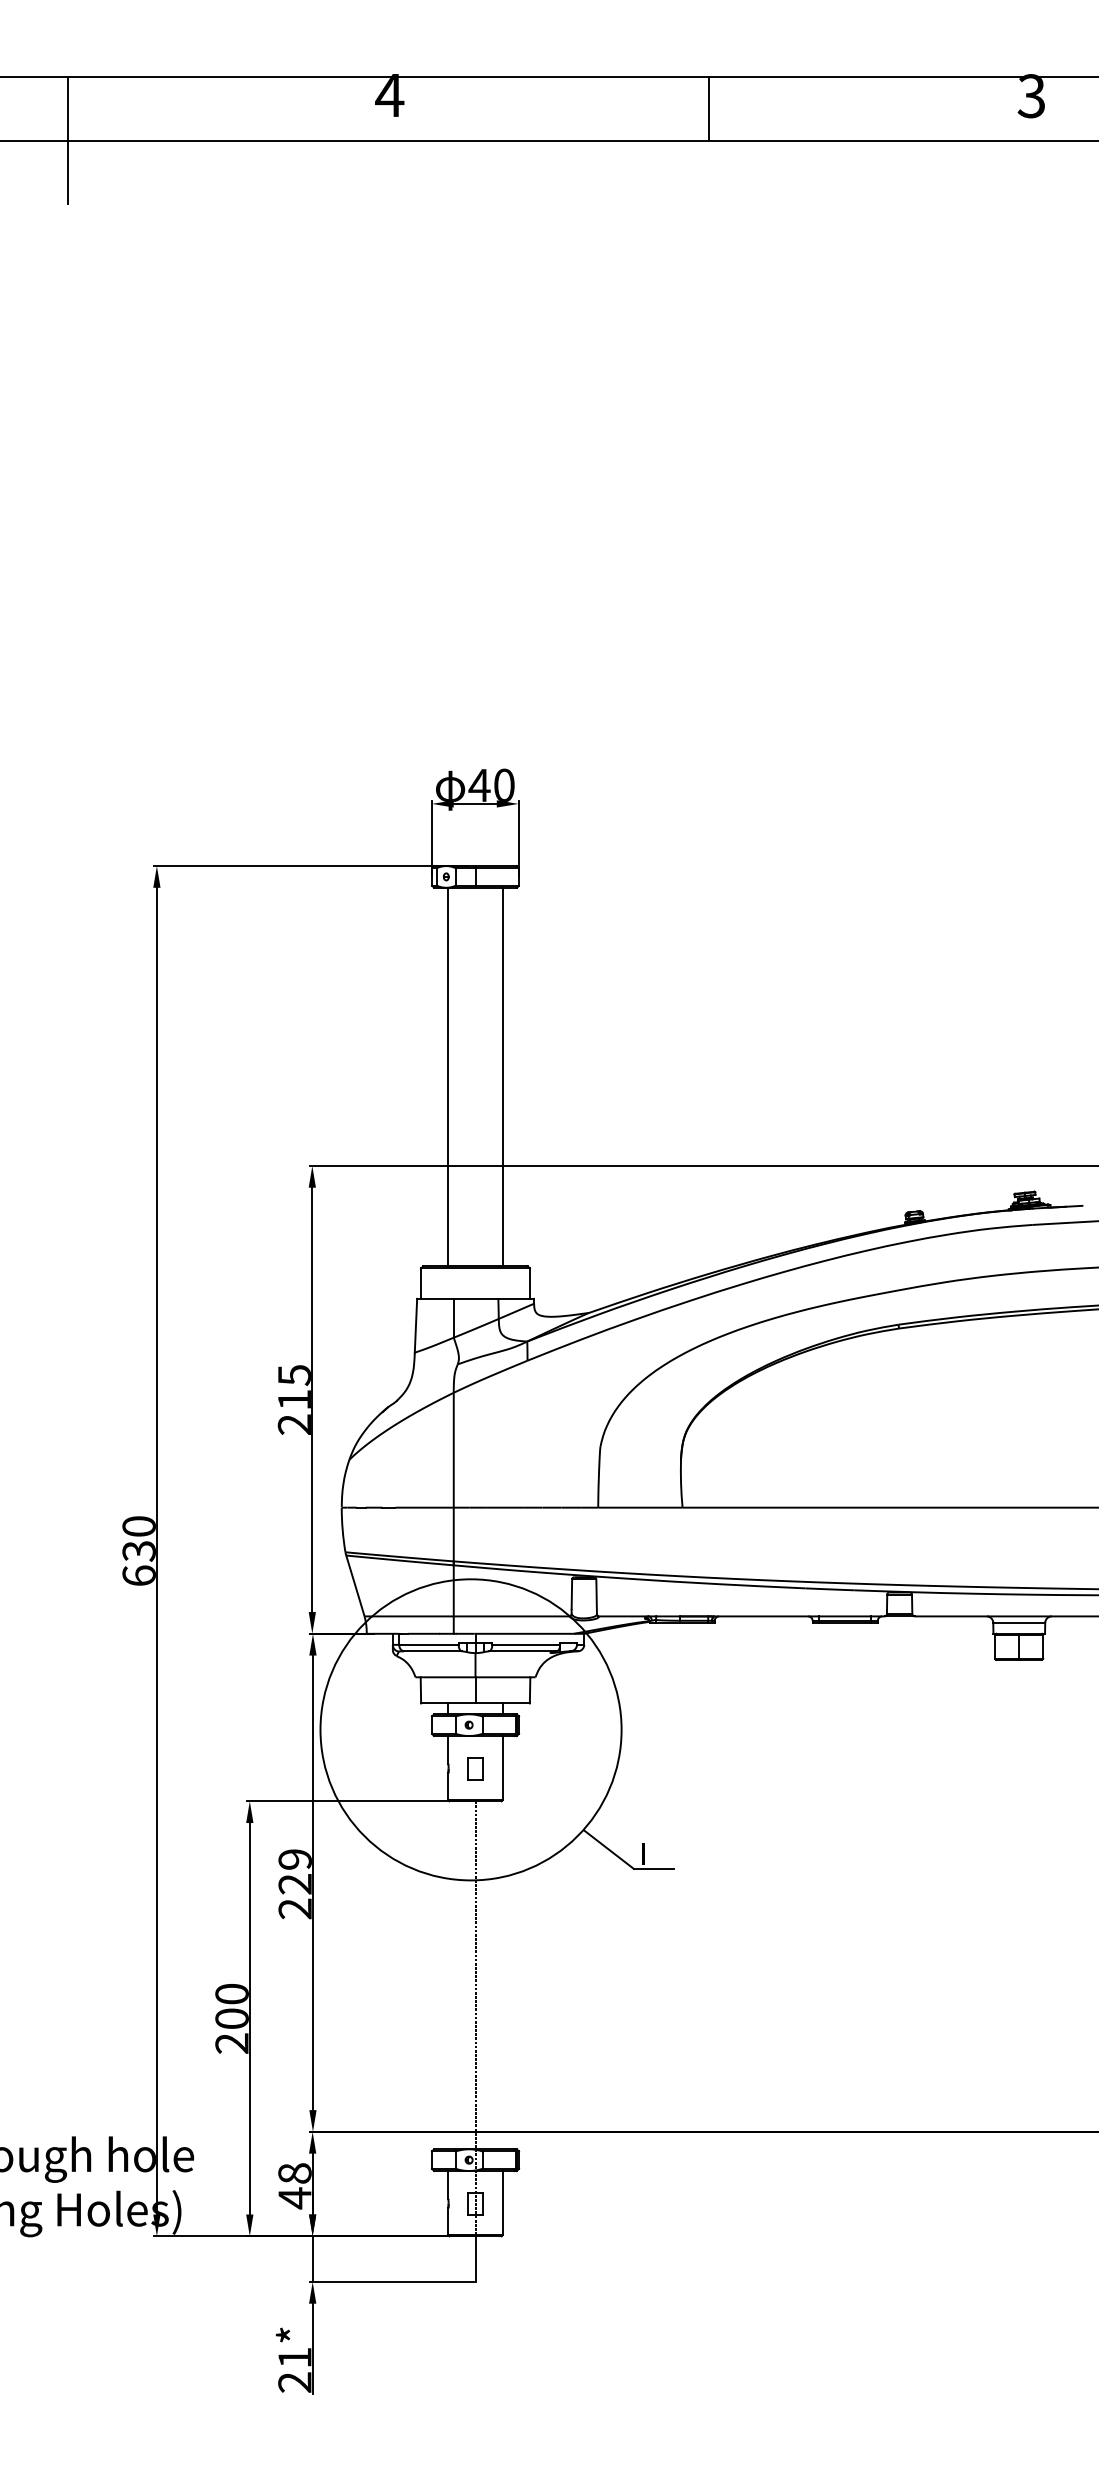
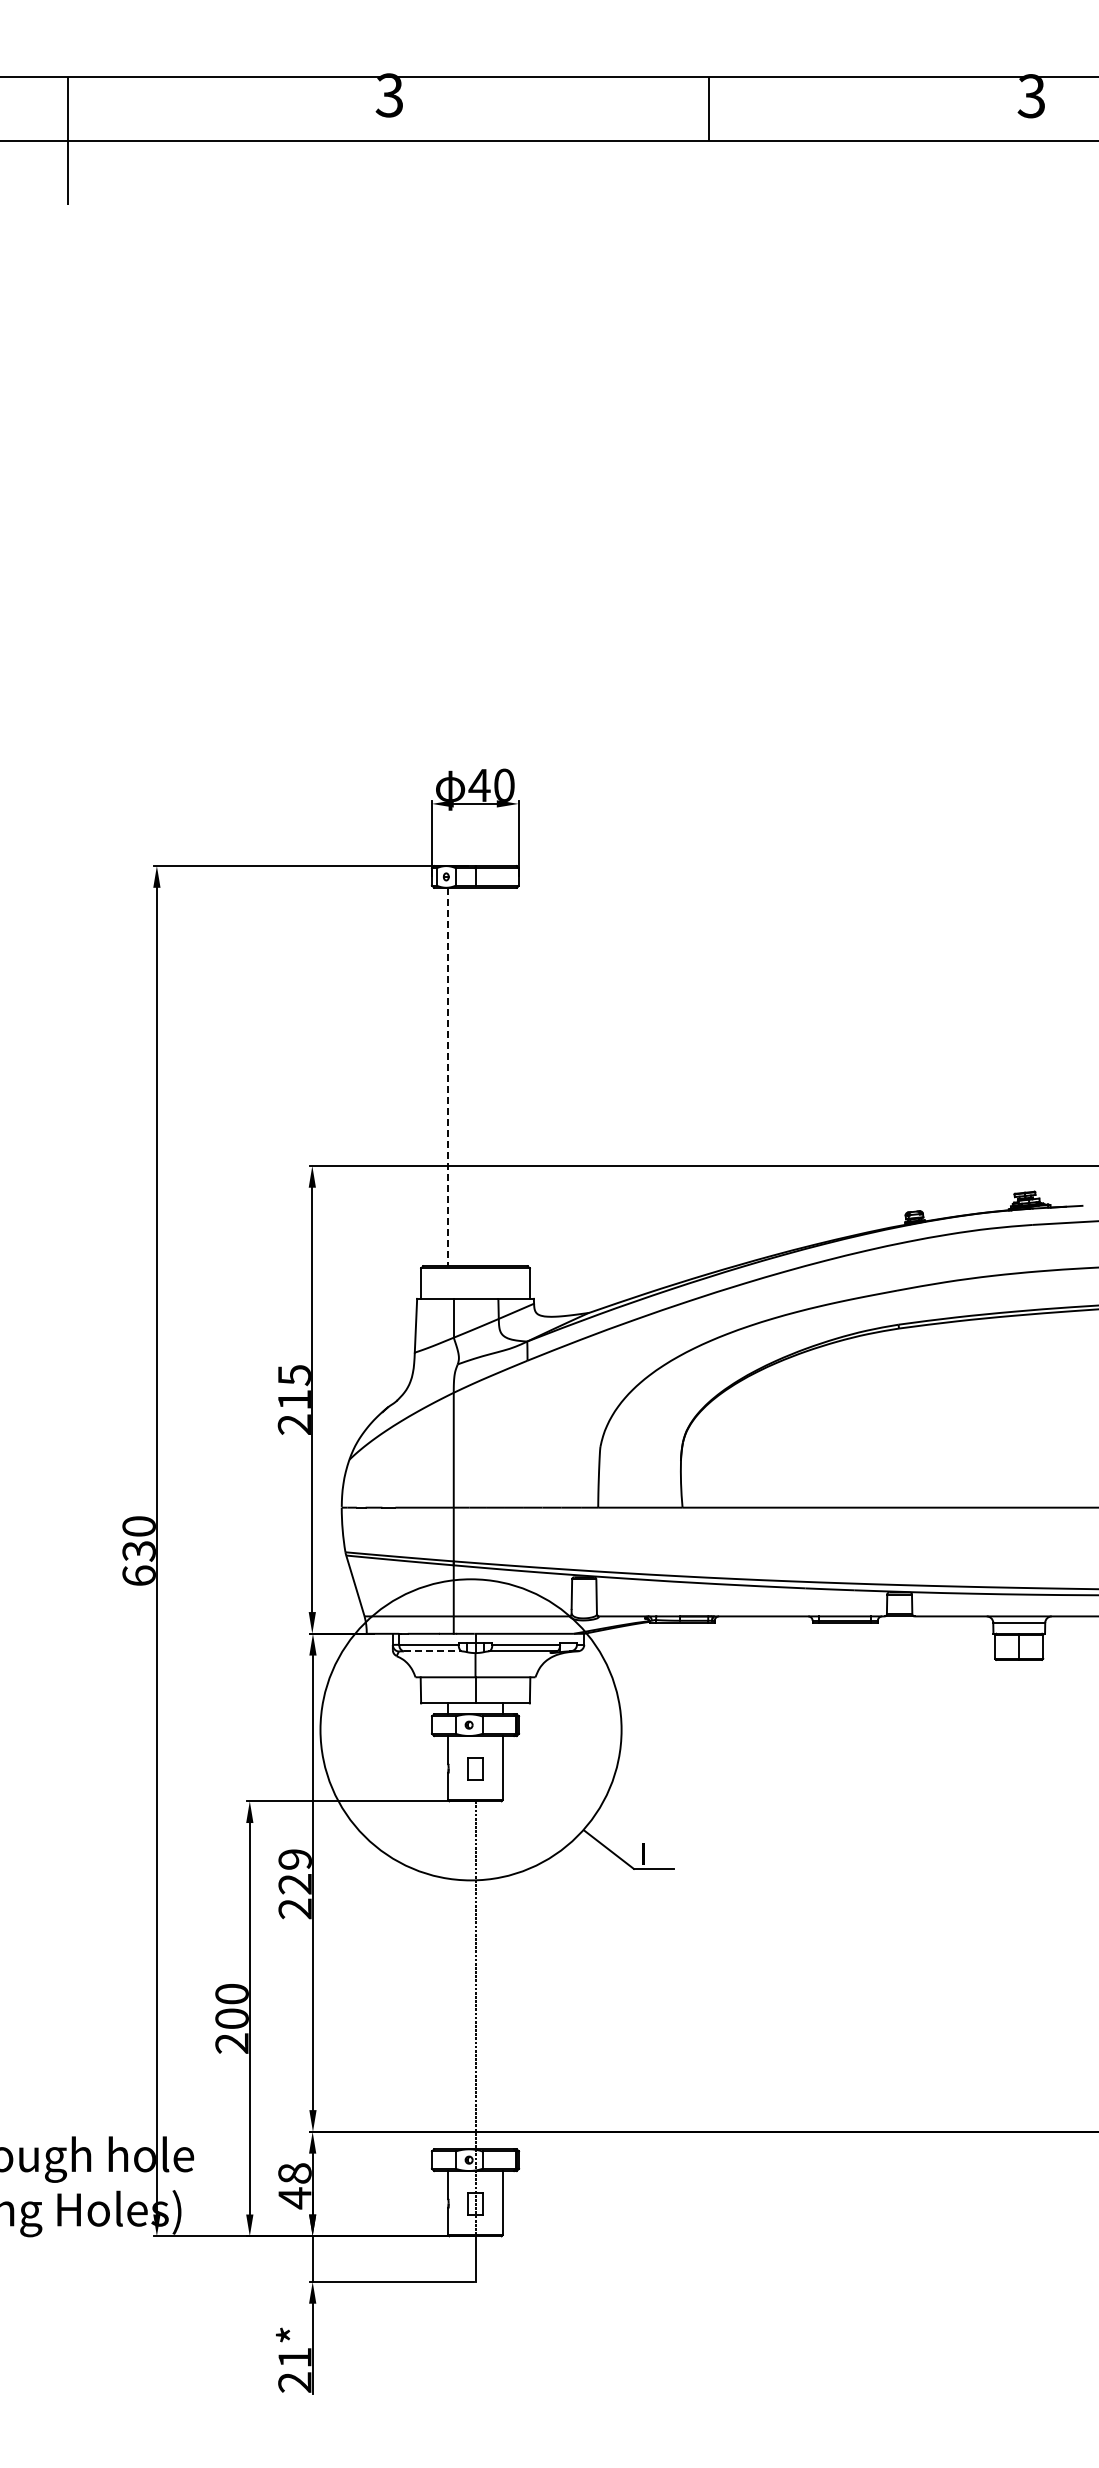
text at (389, 95): 4 -> 3
line at (502, 1076): present -> none
line at (448, 1077): solid -> dashed
line at (433, 1651): solid -> dashed
